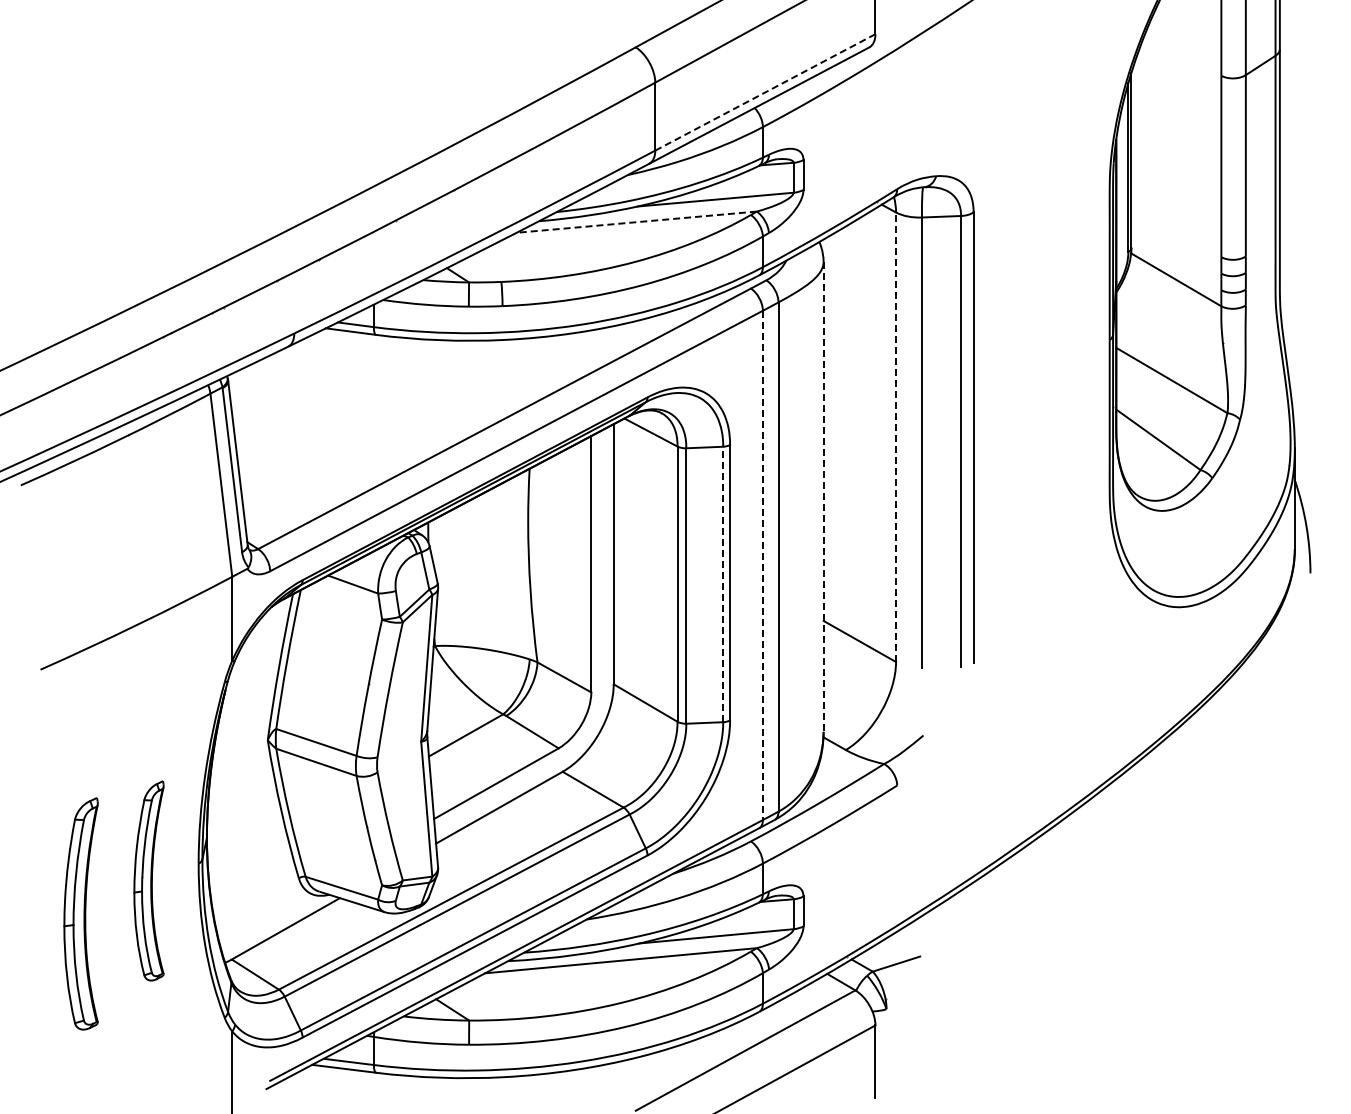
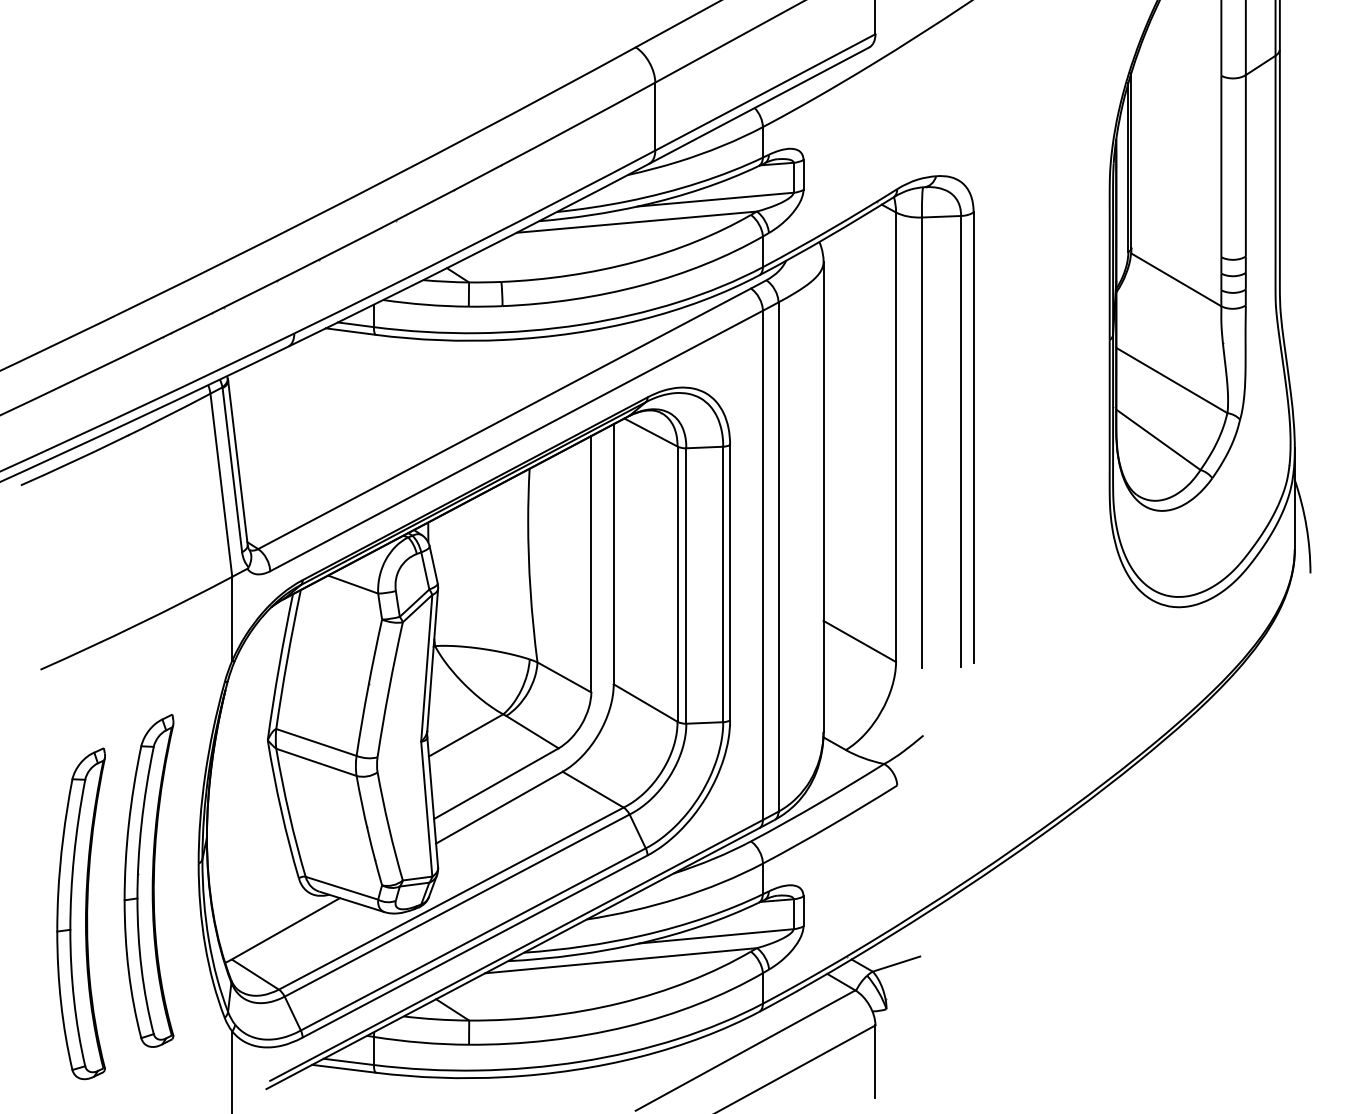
line at (765, 92): dashed -> solid
line at (636, 222): dashed -> solid
line at (896, 437): dashed -> solid
line at (823, 496): dashed -> solid
line at (762, 565): dashed -> solid
line at (723, 584): dashed -> solid
part at (148, 880) size: 32x202 px -> 52x334 px
part at (80, 913) size: 36x234 px -> 50x334 px
